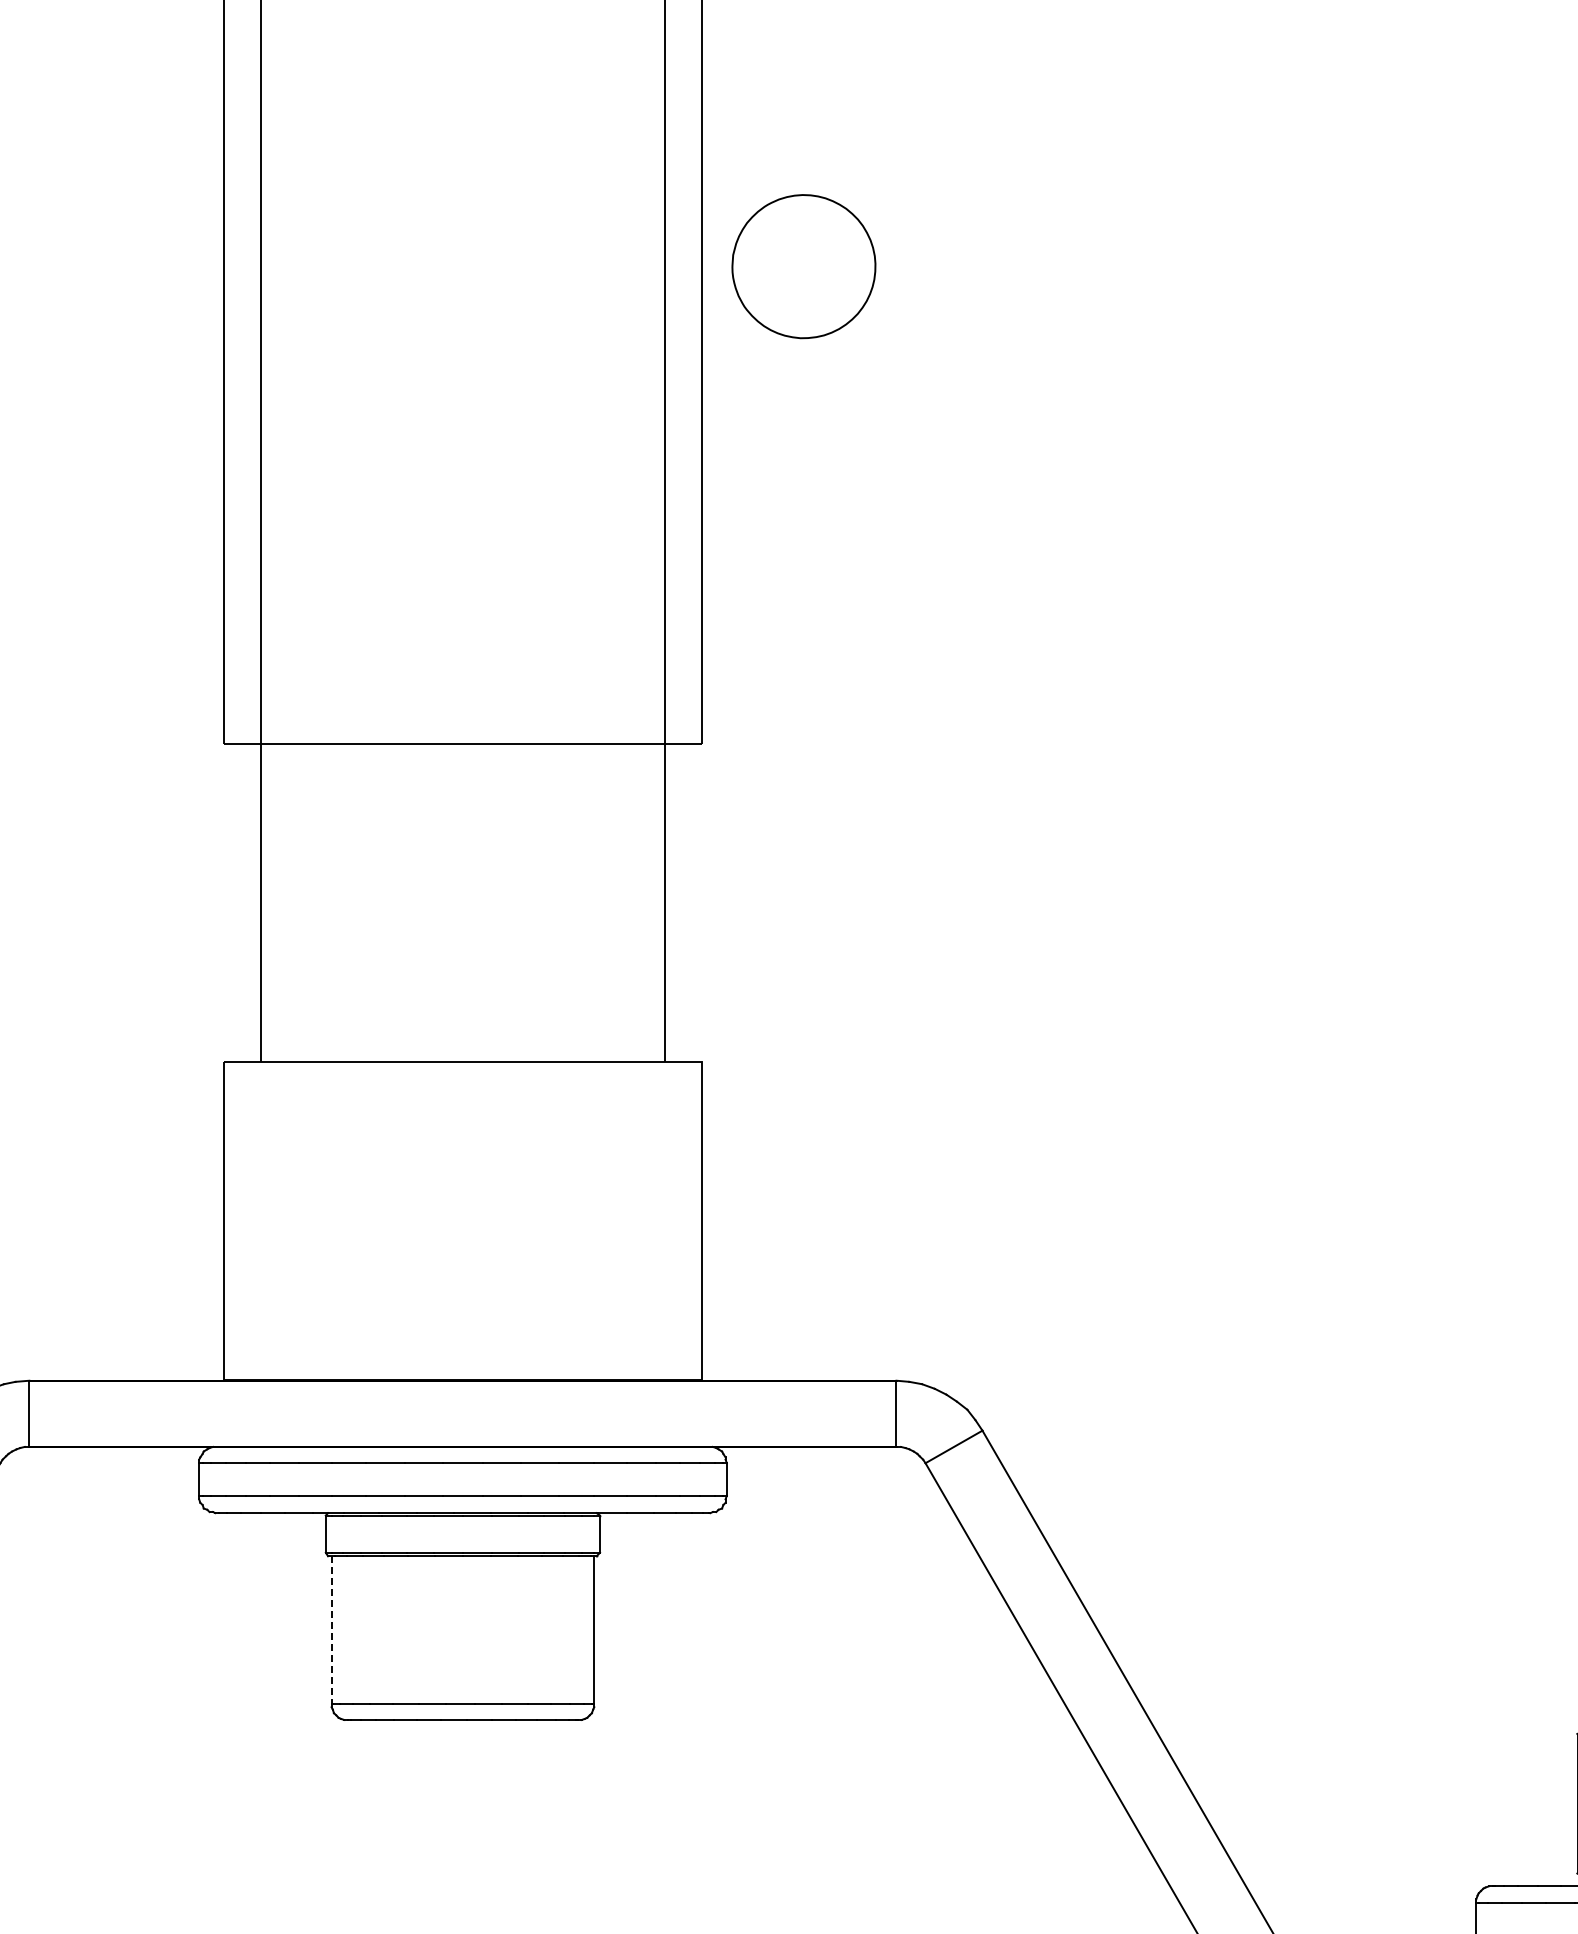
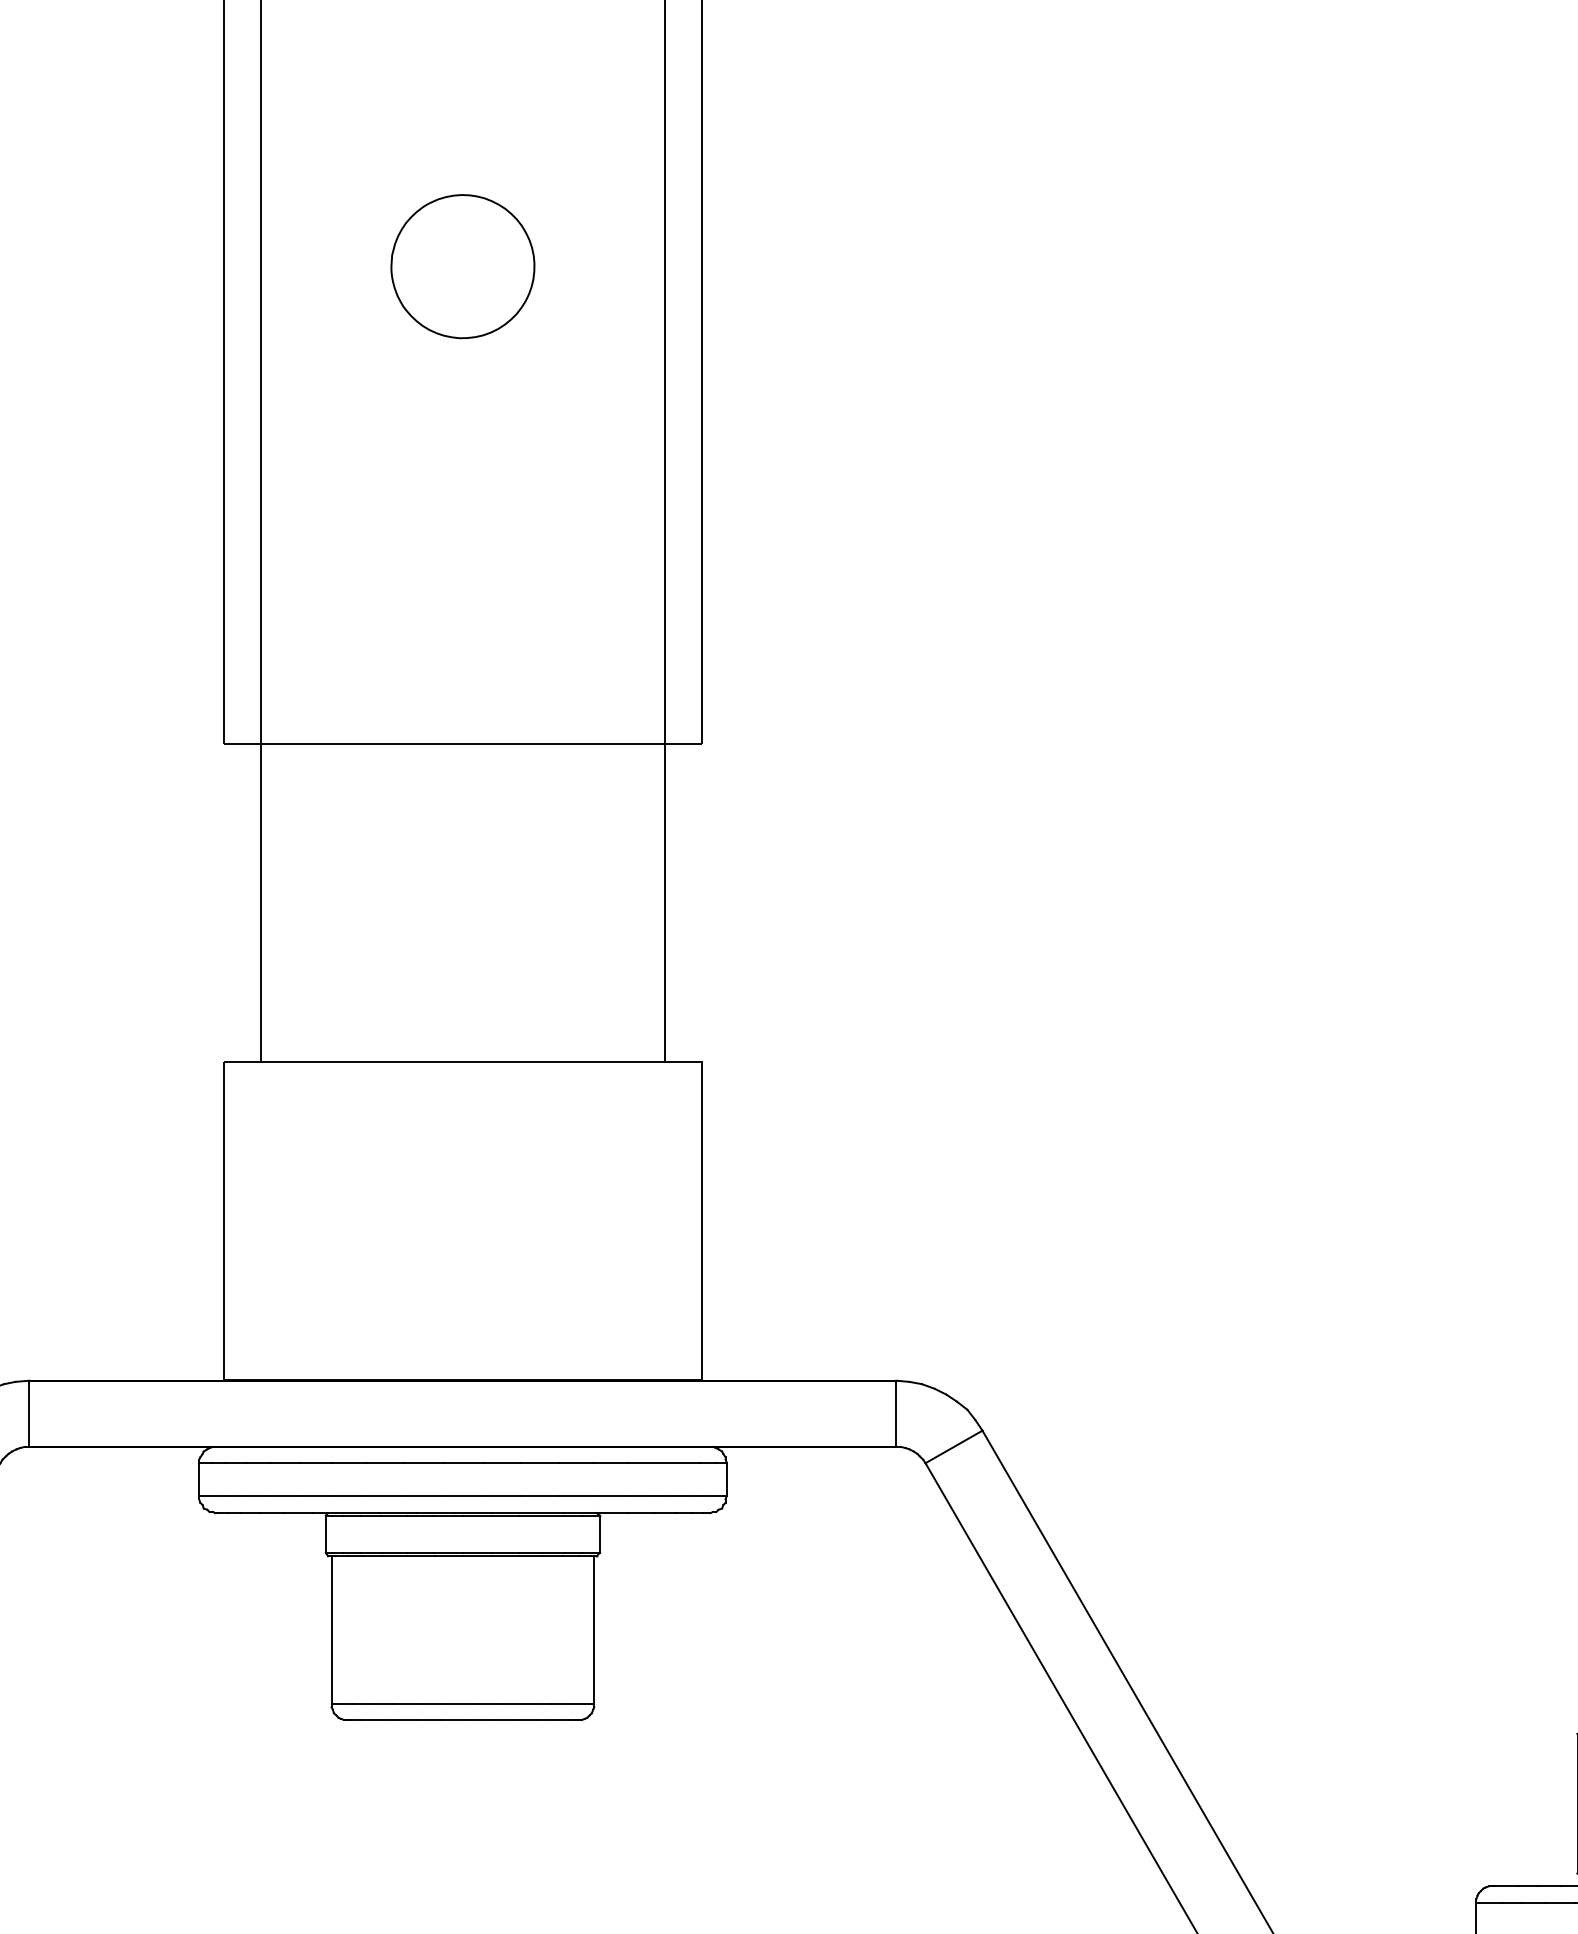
part at (803, 266) position: (803, 266) -> (462, 266)
line at (331, 1630): dashed -> solid
